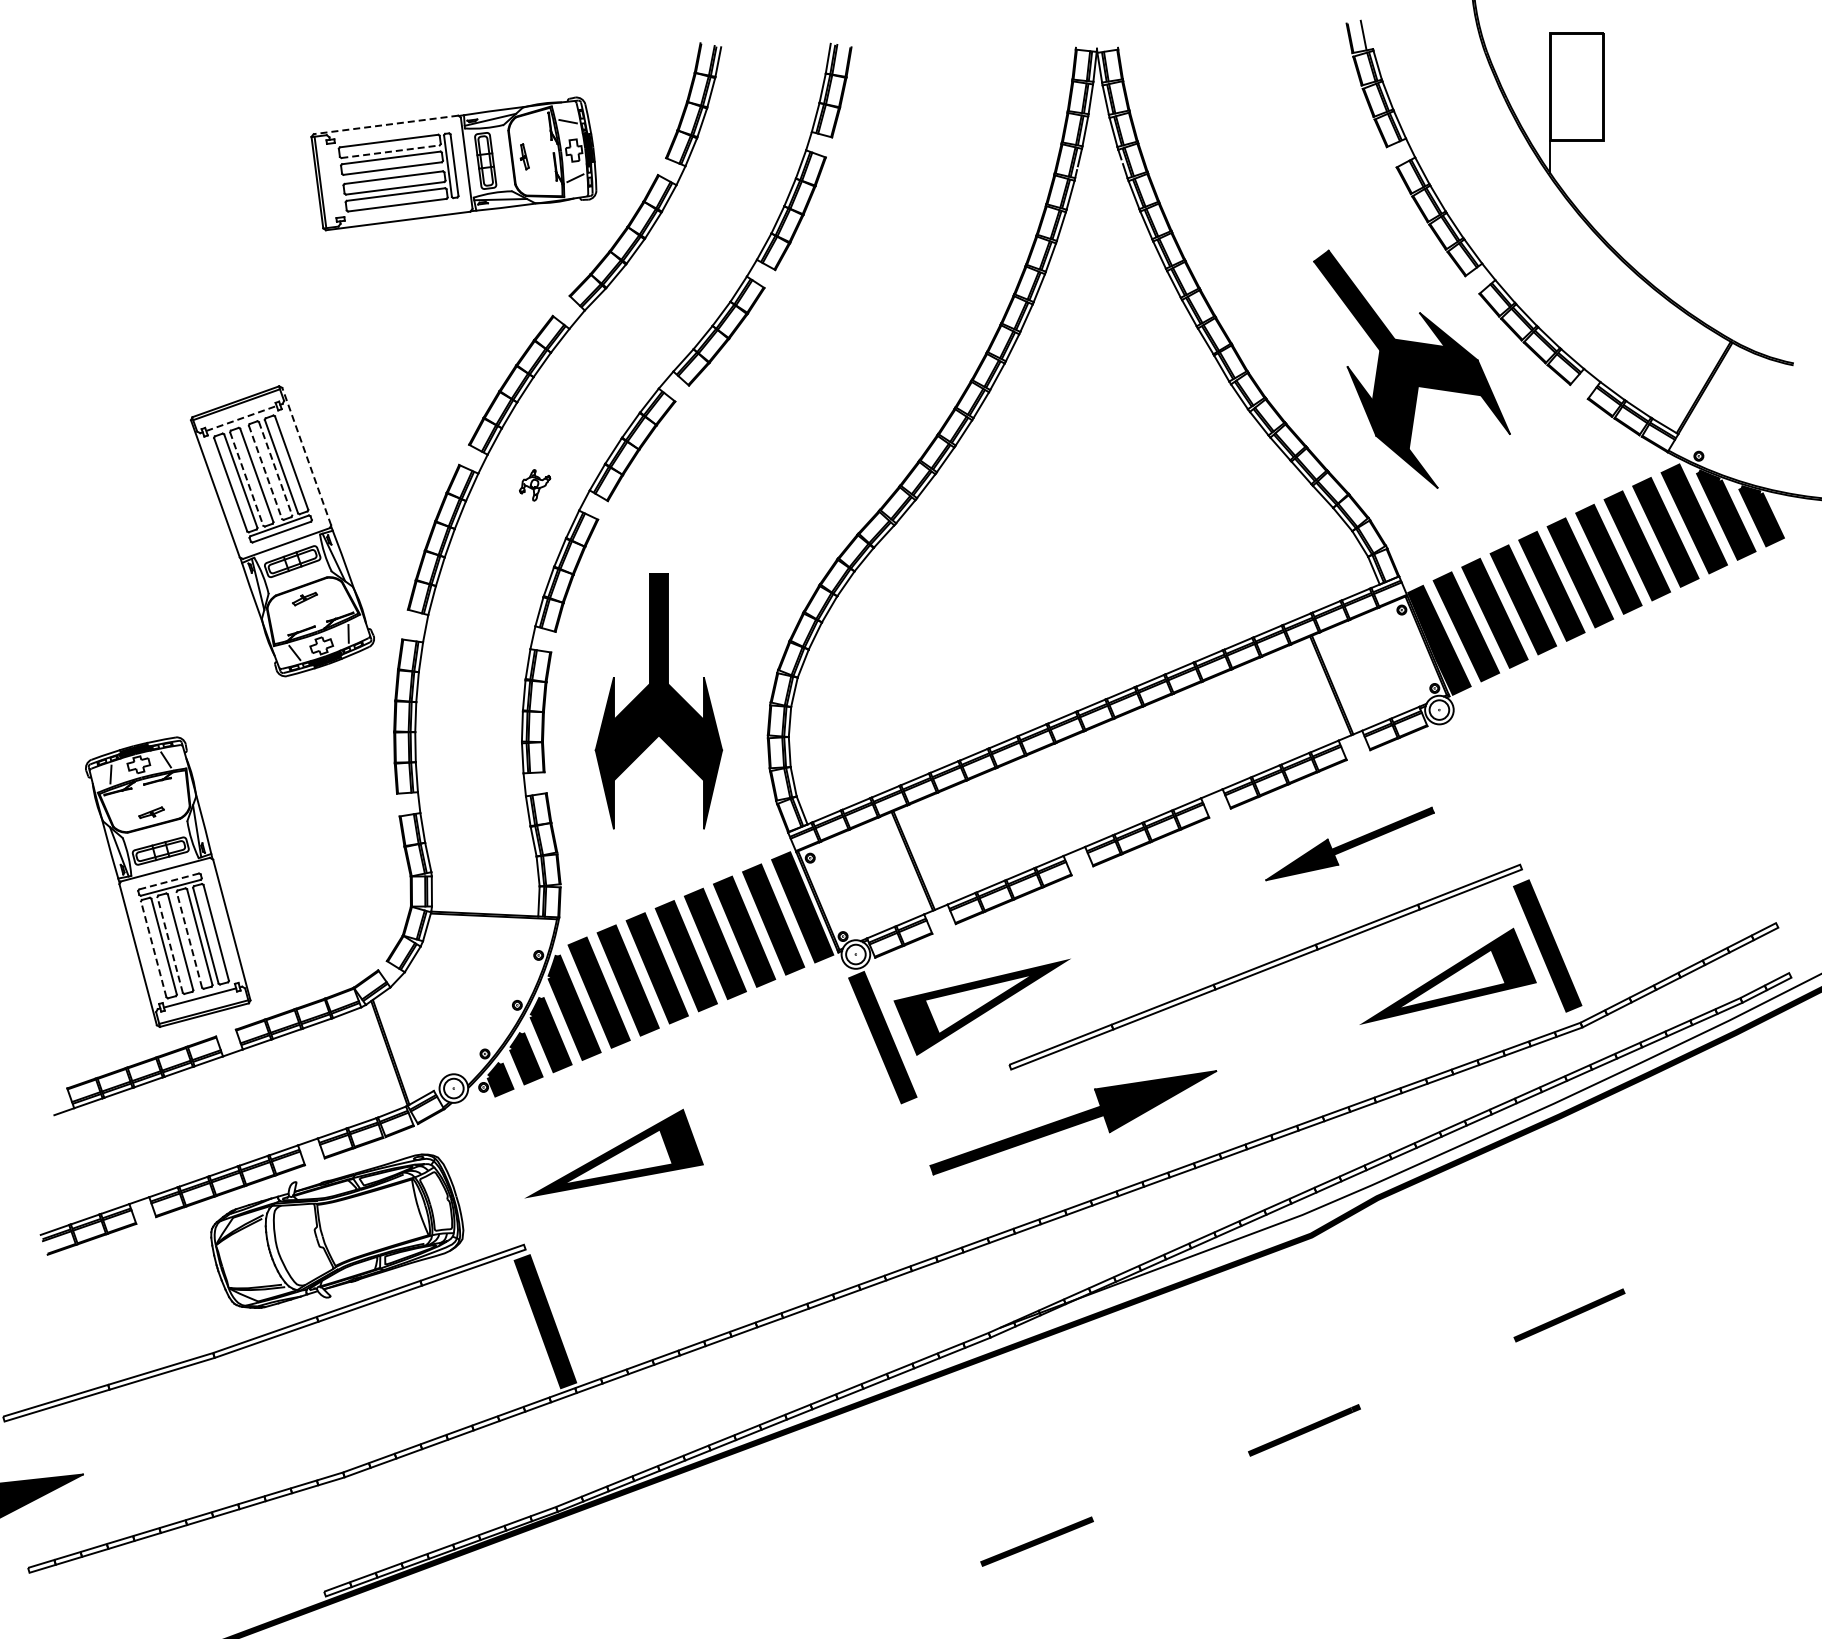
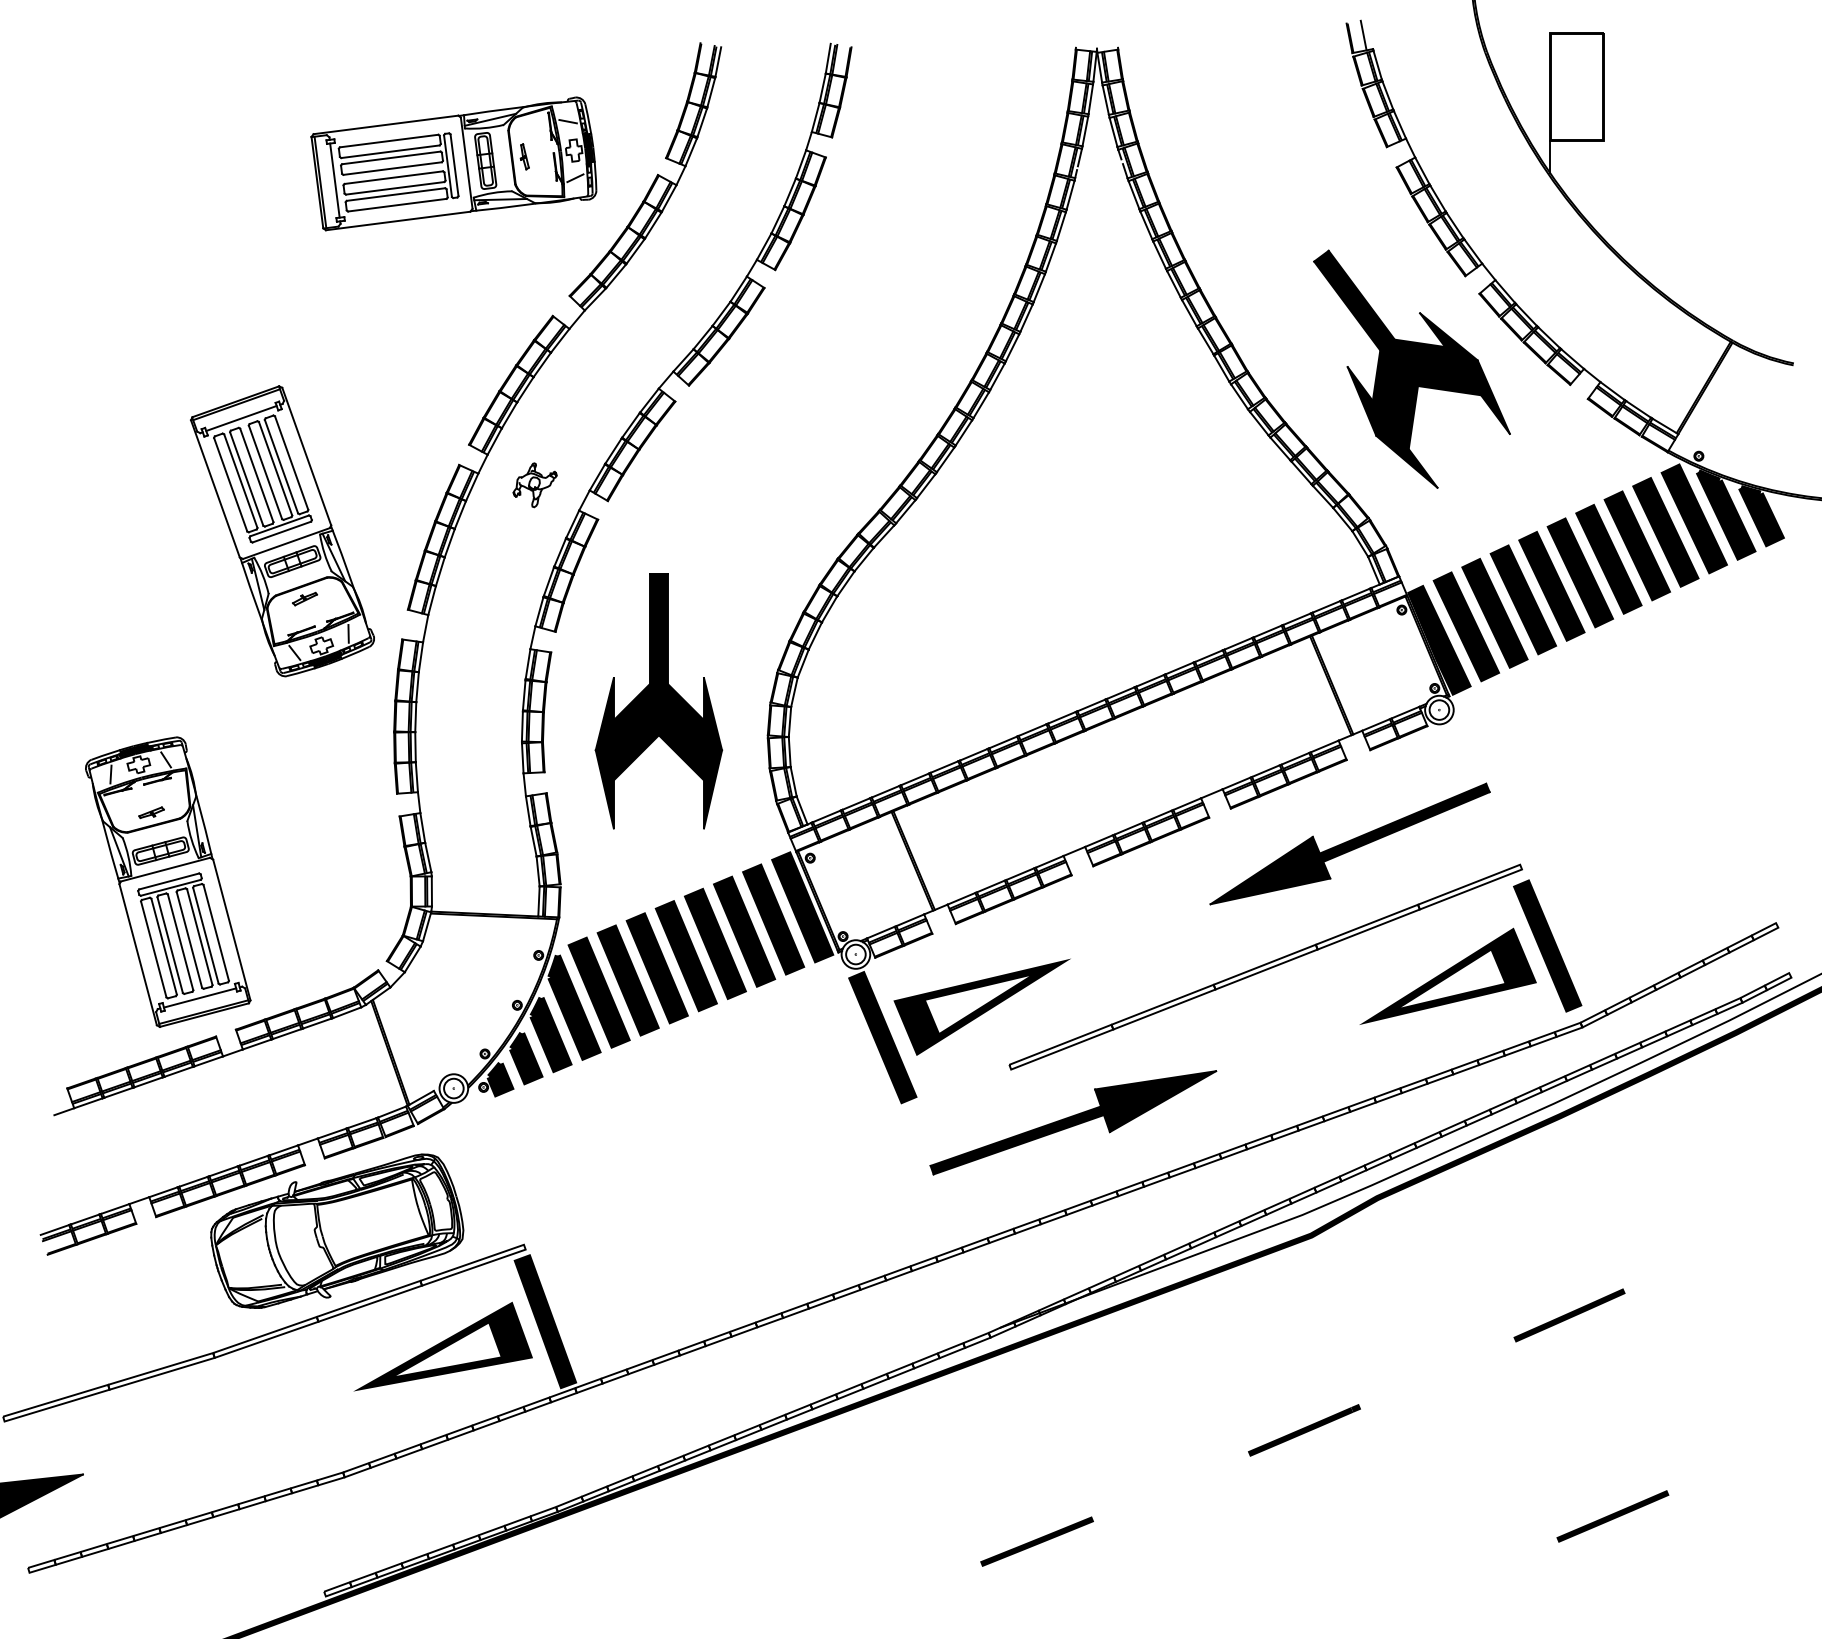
line at (386, 124): dashed -> solid
line at (390, 151): dashed -> solid
line at (334, 180): none -> present
line at (241, 418): dashed -> solid
line at (306, 456): dashed -> solid
line at (275, 468): dashed -> solid
line at (265, 472): dashed -> solid
line at (246, 479): dashed -> solid
part at (535, 485) size: 33x33 px -> 46x47 px
part at (1349, 843) size: 170x76 px -> 282x124 px
line at (168, 881): dashed -> solid
line at (189, 939): dashed -> solid
line at (170, 945): dashed -> solid
line at (153, 949): dashed -> solid
part at (613, 1153) position: (613, 1153) -> (442, 1346)
curve at (1612, 1516): none -> present
